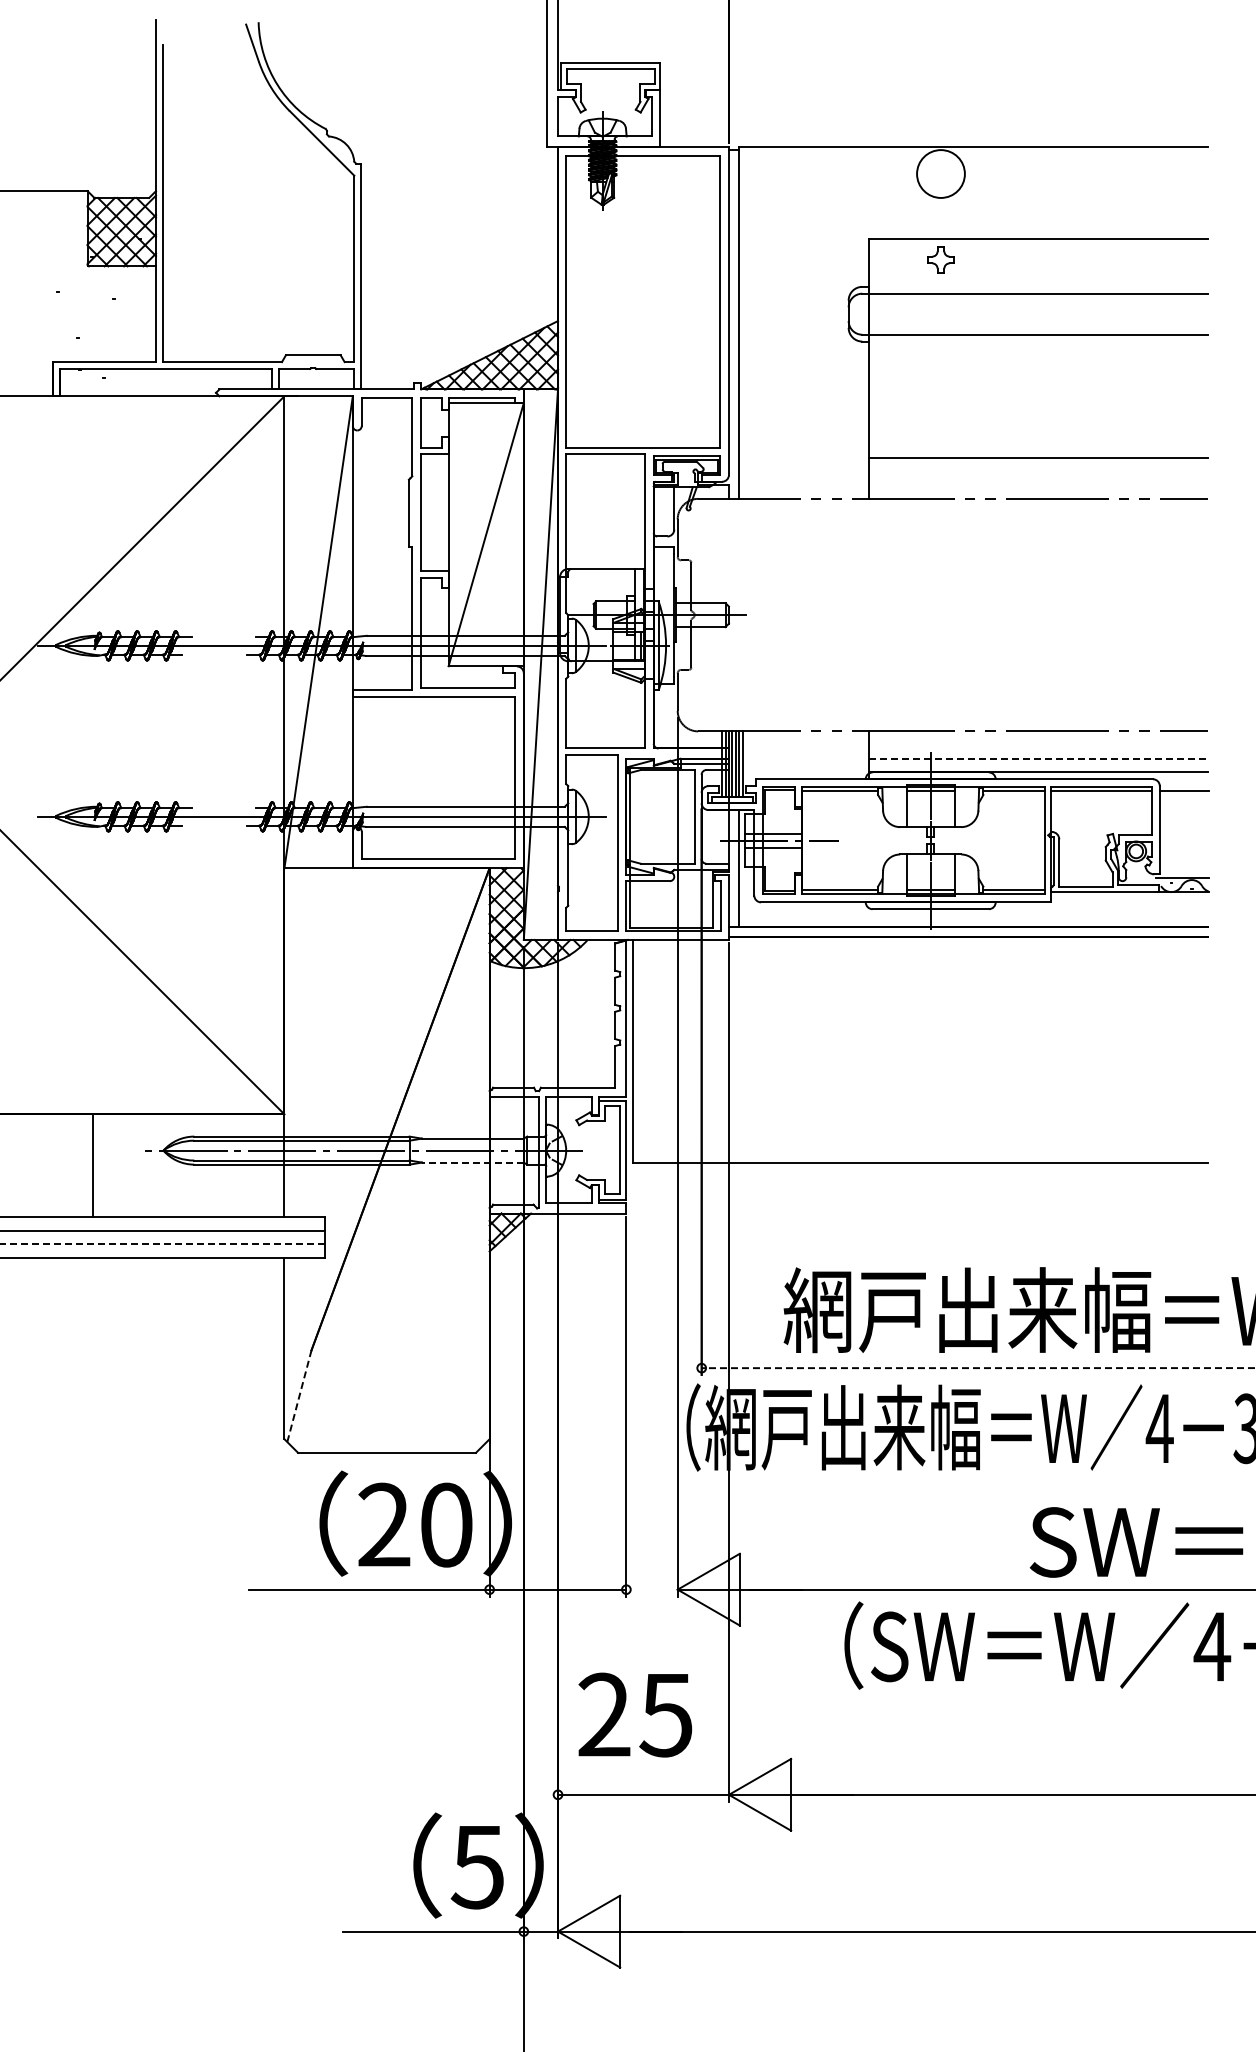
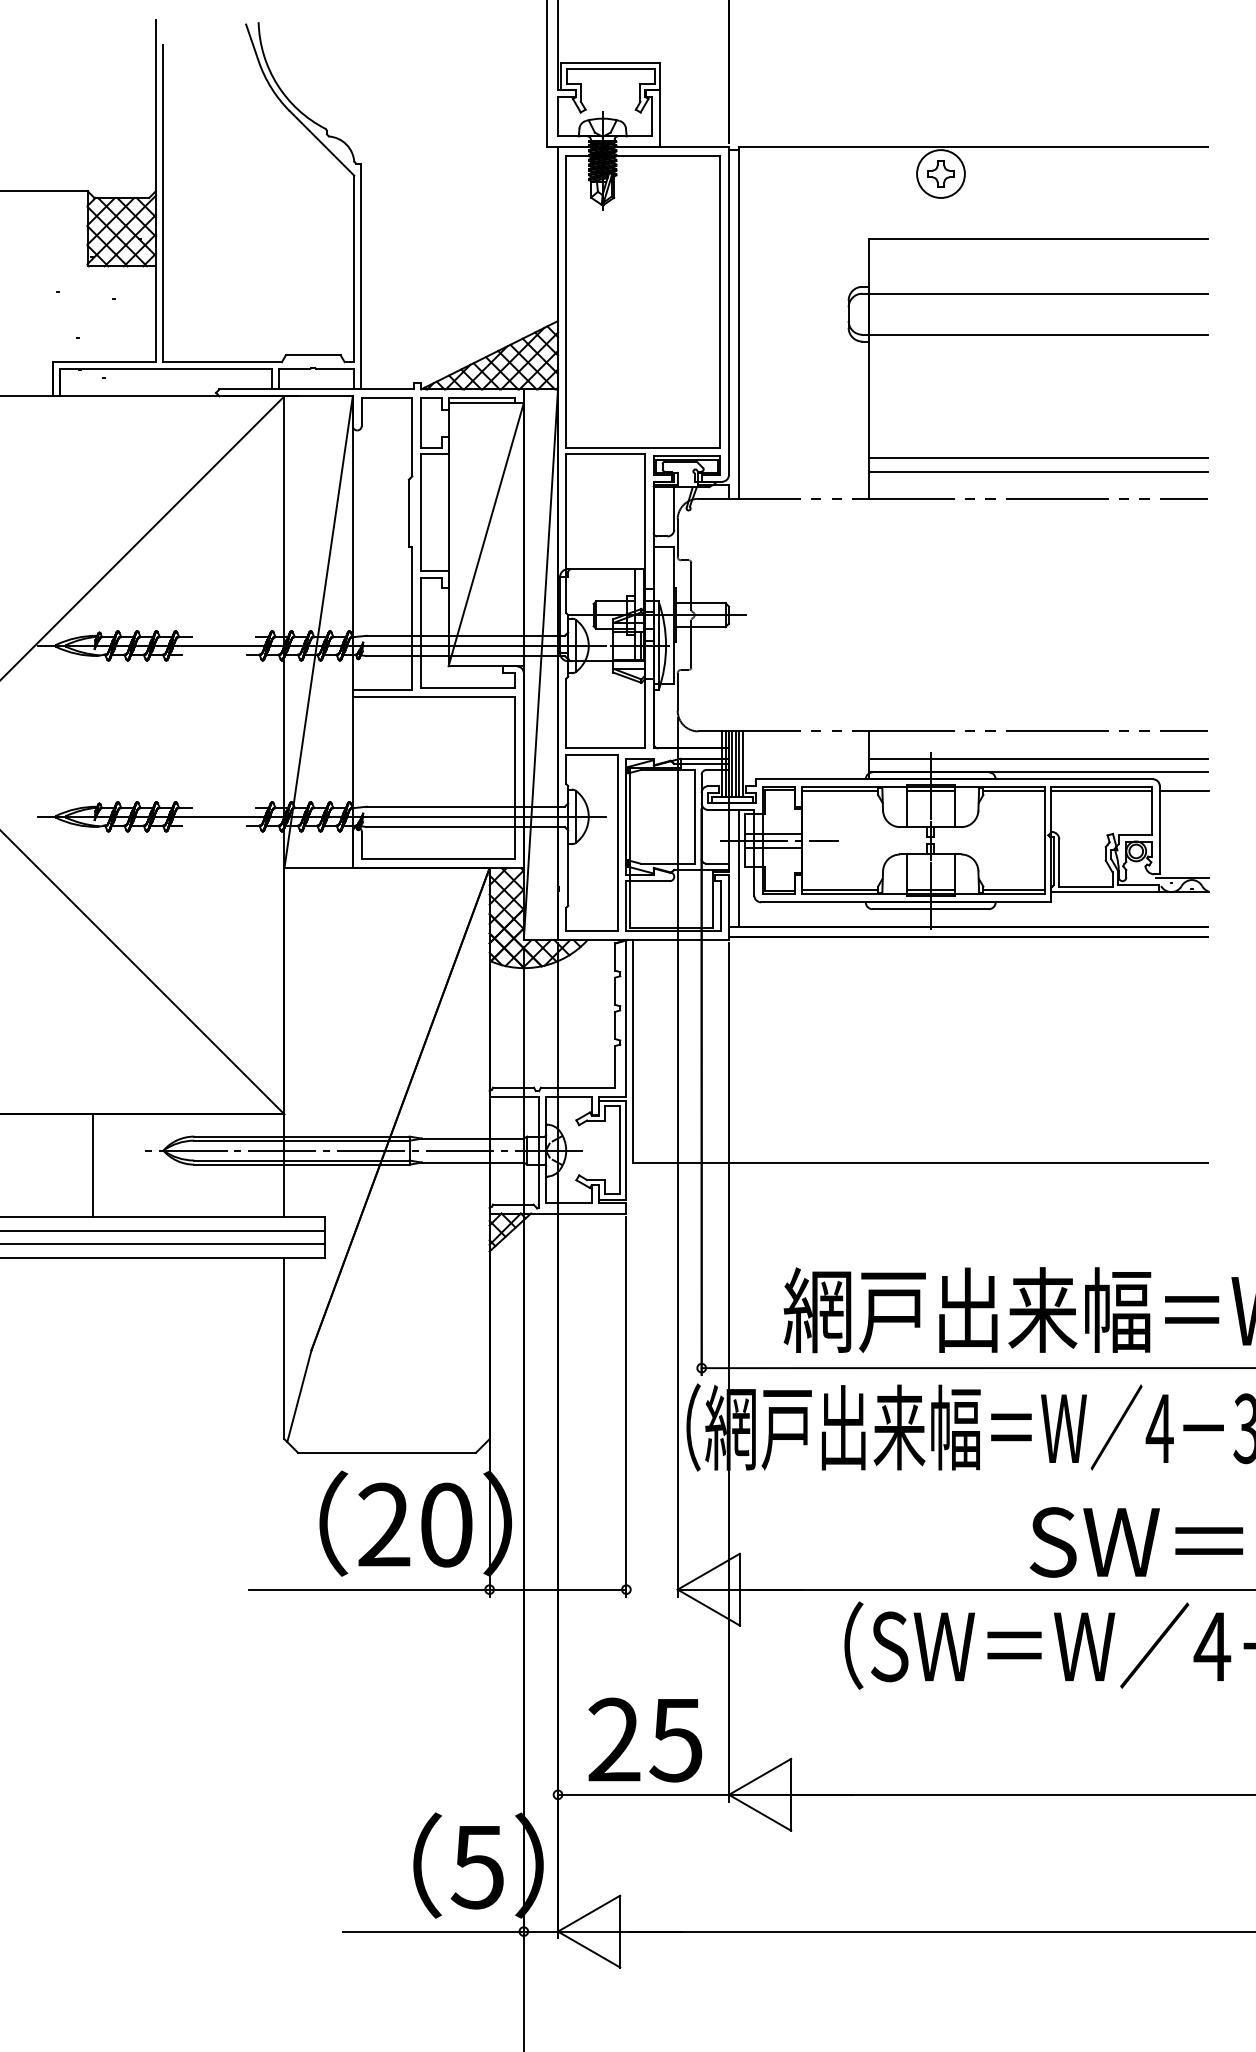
part at (940, 259) position: (940, 259) -> (940, 173)
line at (1038, 471): none -> present
line at (1038, 758): dashed -> solid
line at (472, 1162): dashed -> solid
line at (162, 1244): dashed -> solid
line at (978, 1368): dashed -> solid
line at (299, 1395): dashed -> solid
text at (635, 1714) position: (635, 1714) -> (645, 1739)
